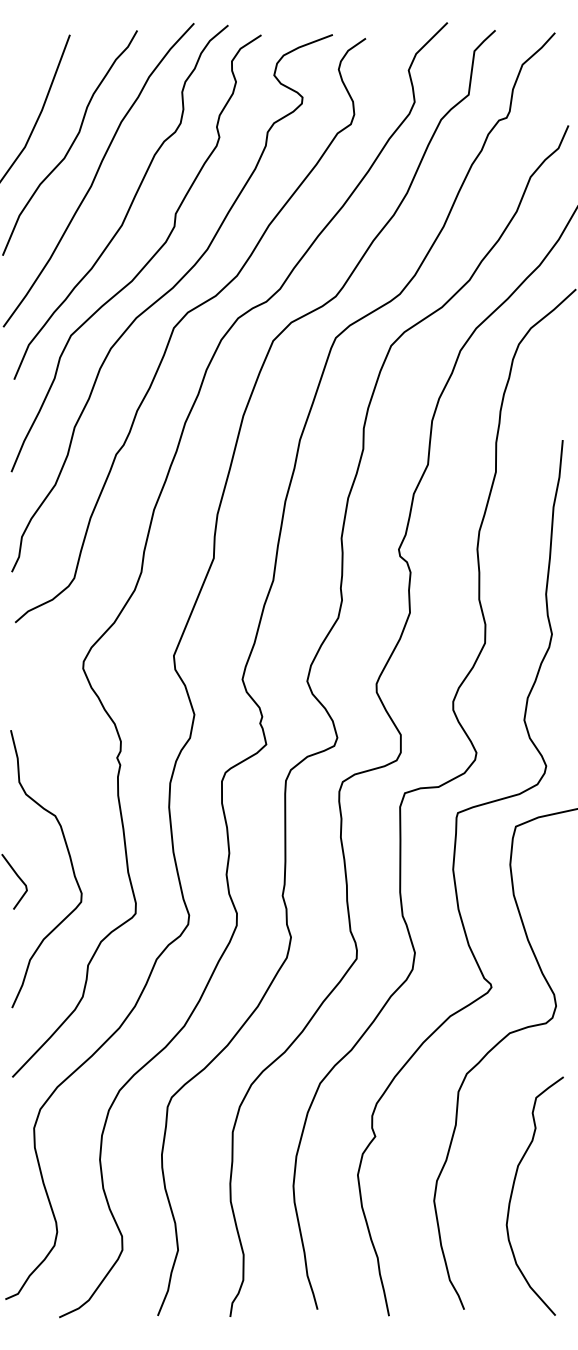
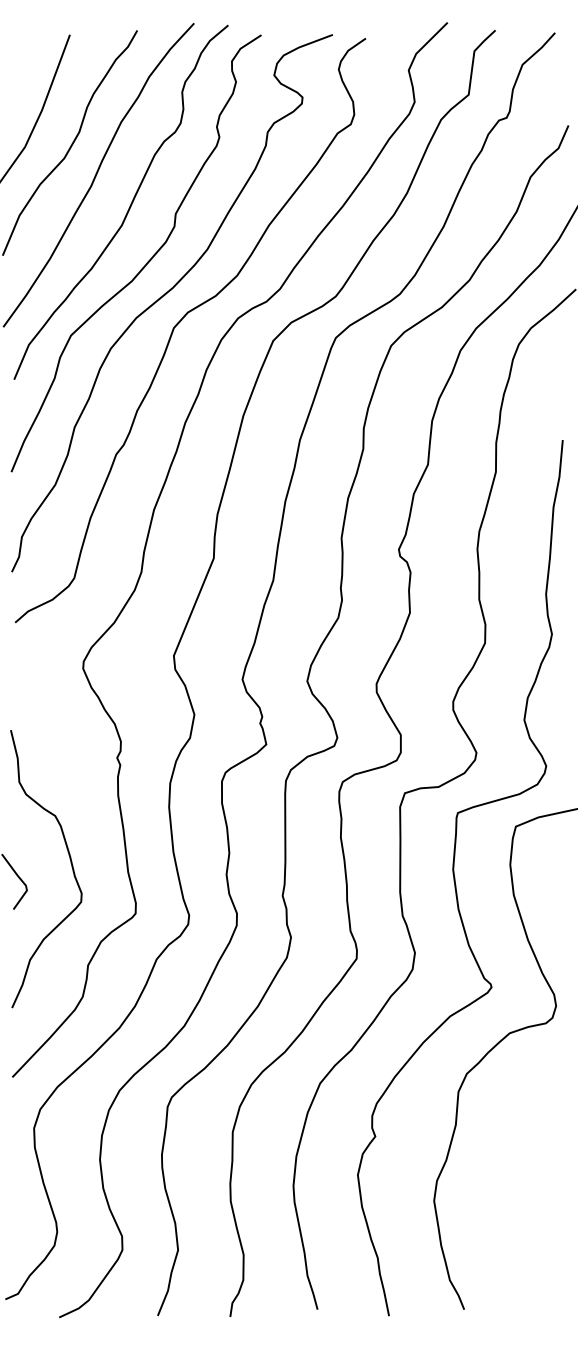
part at (513, 1190): present -> none
